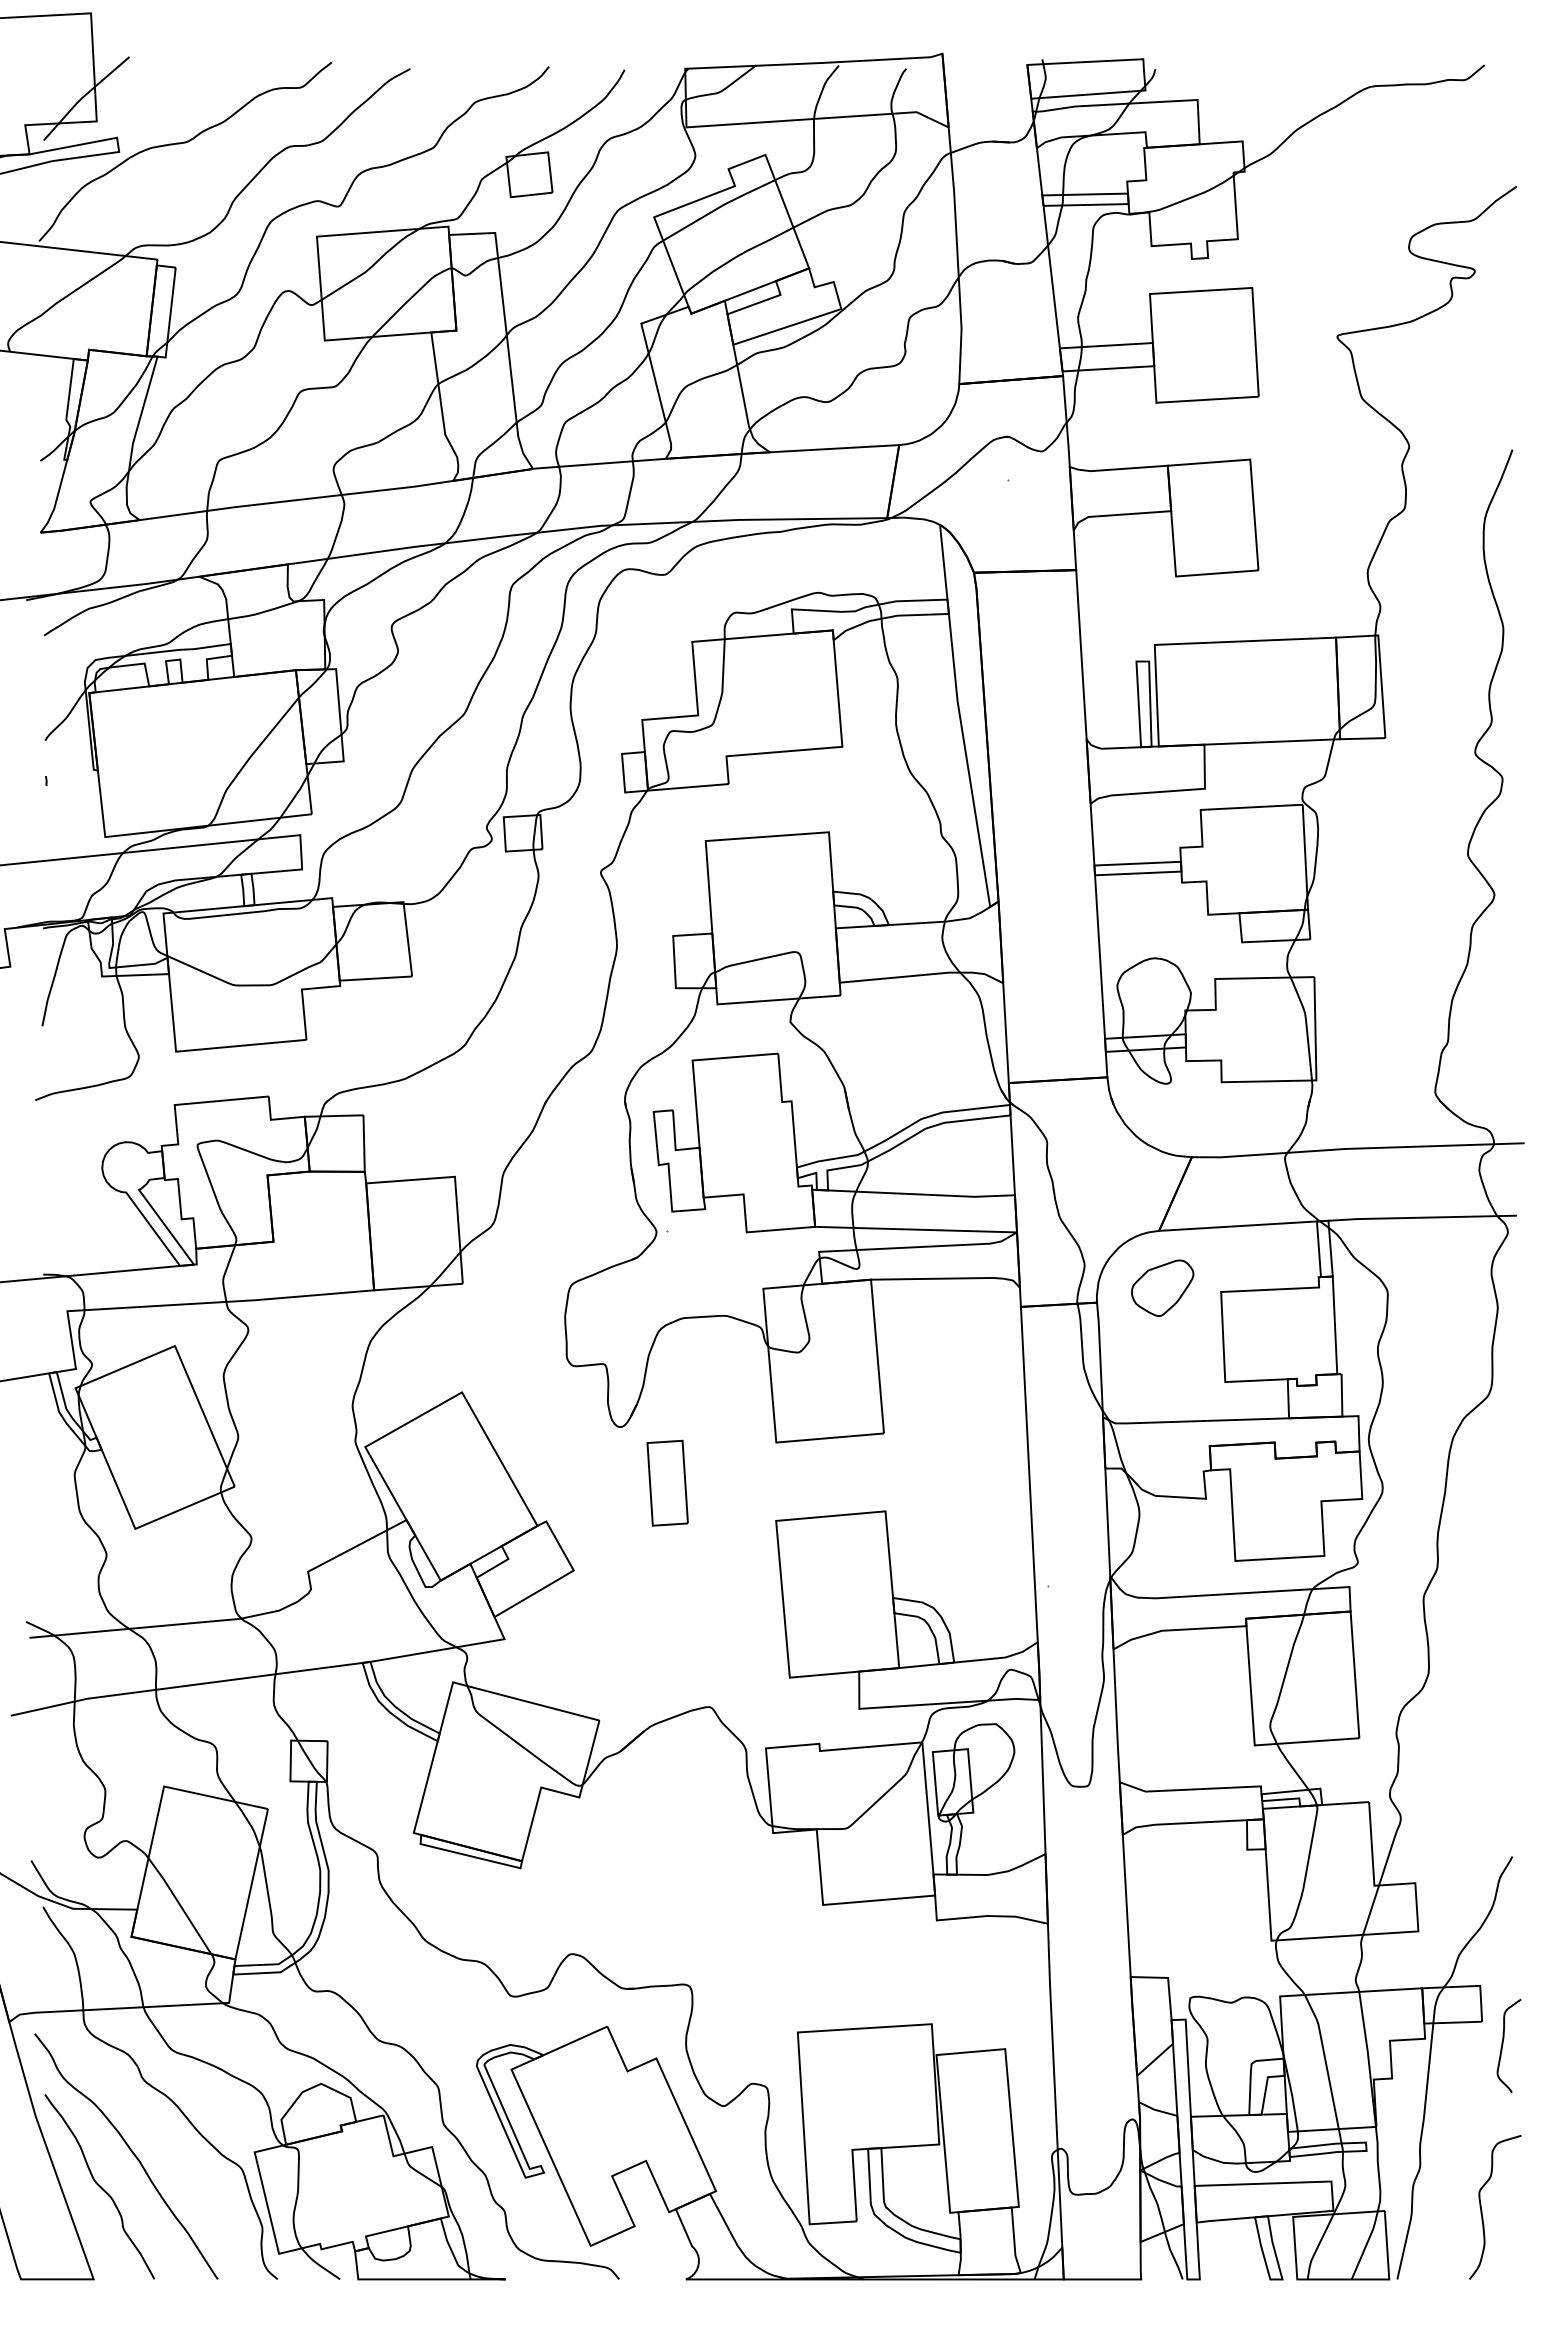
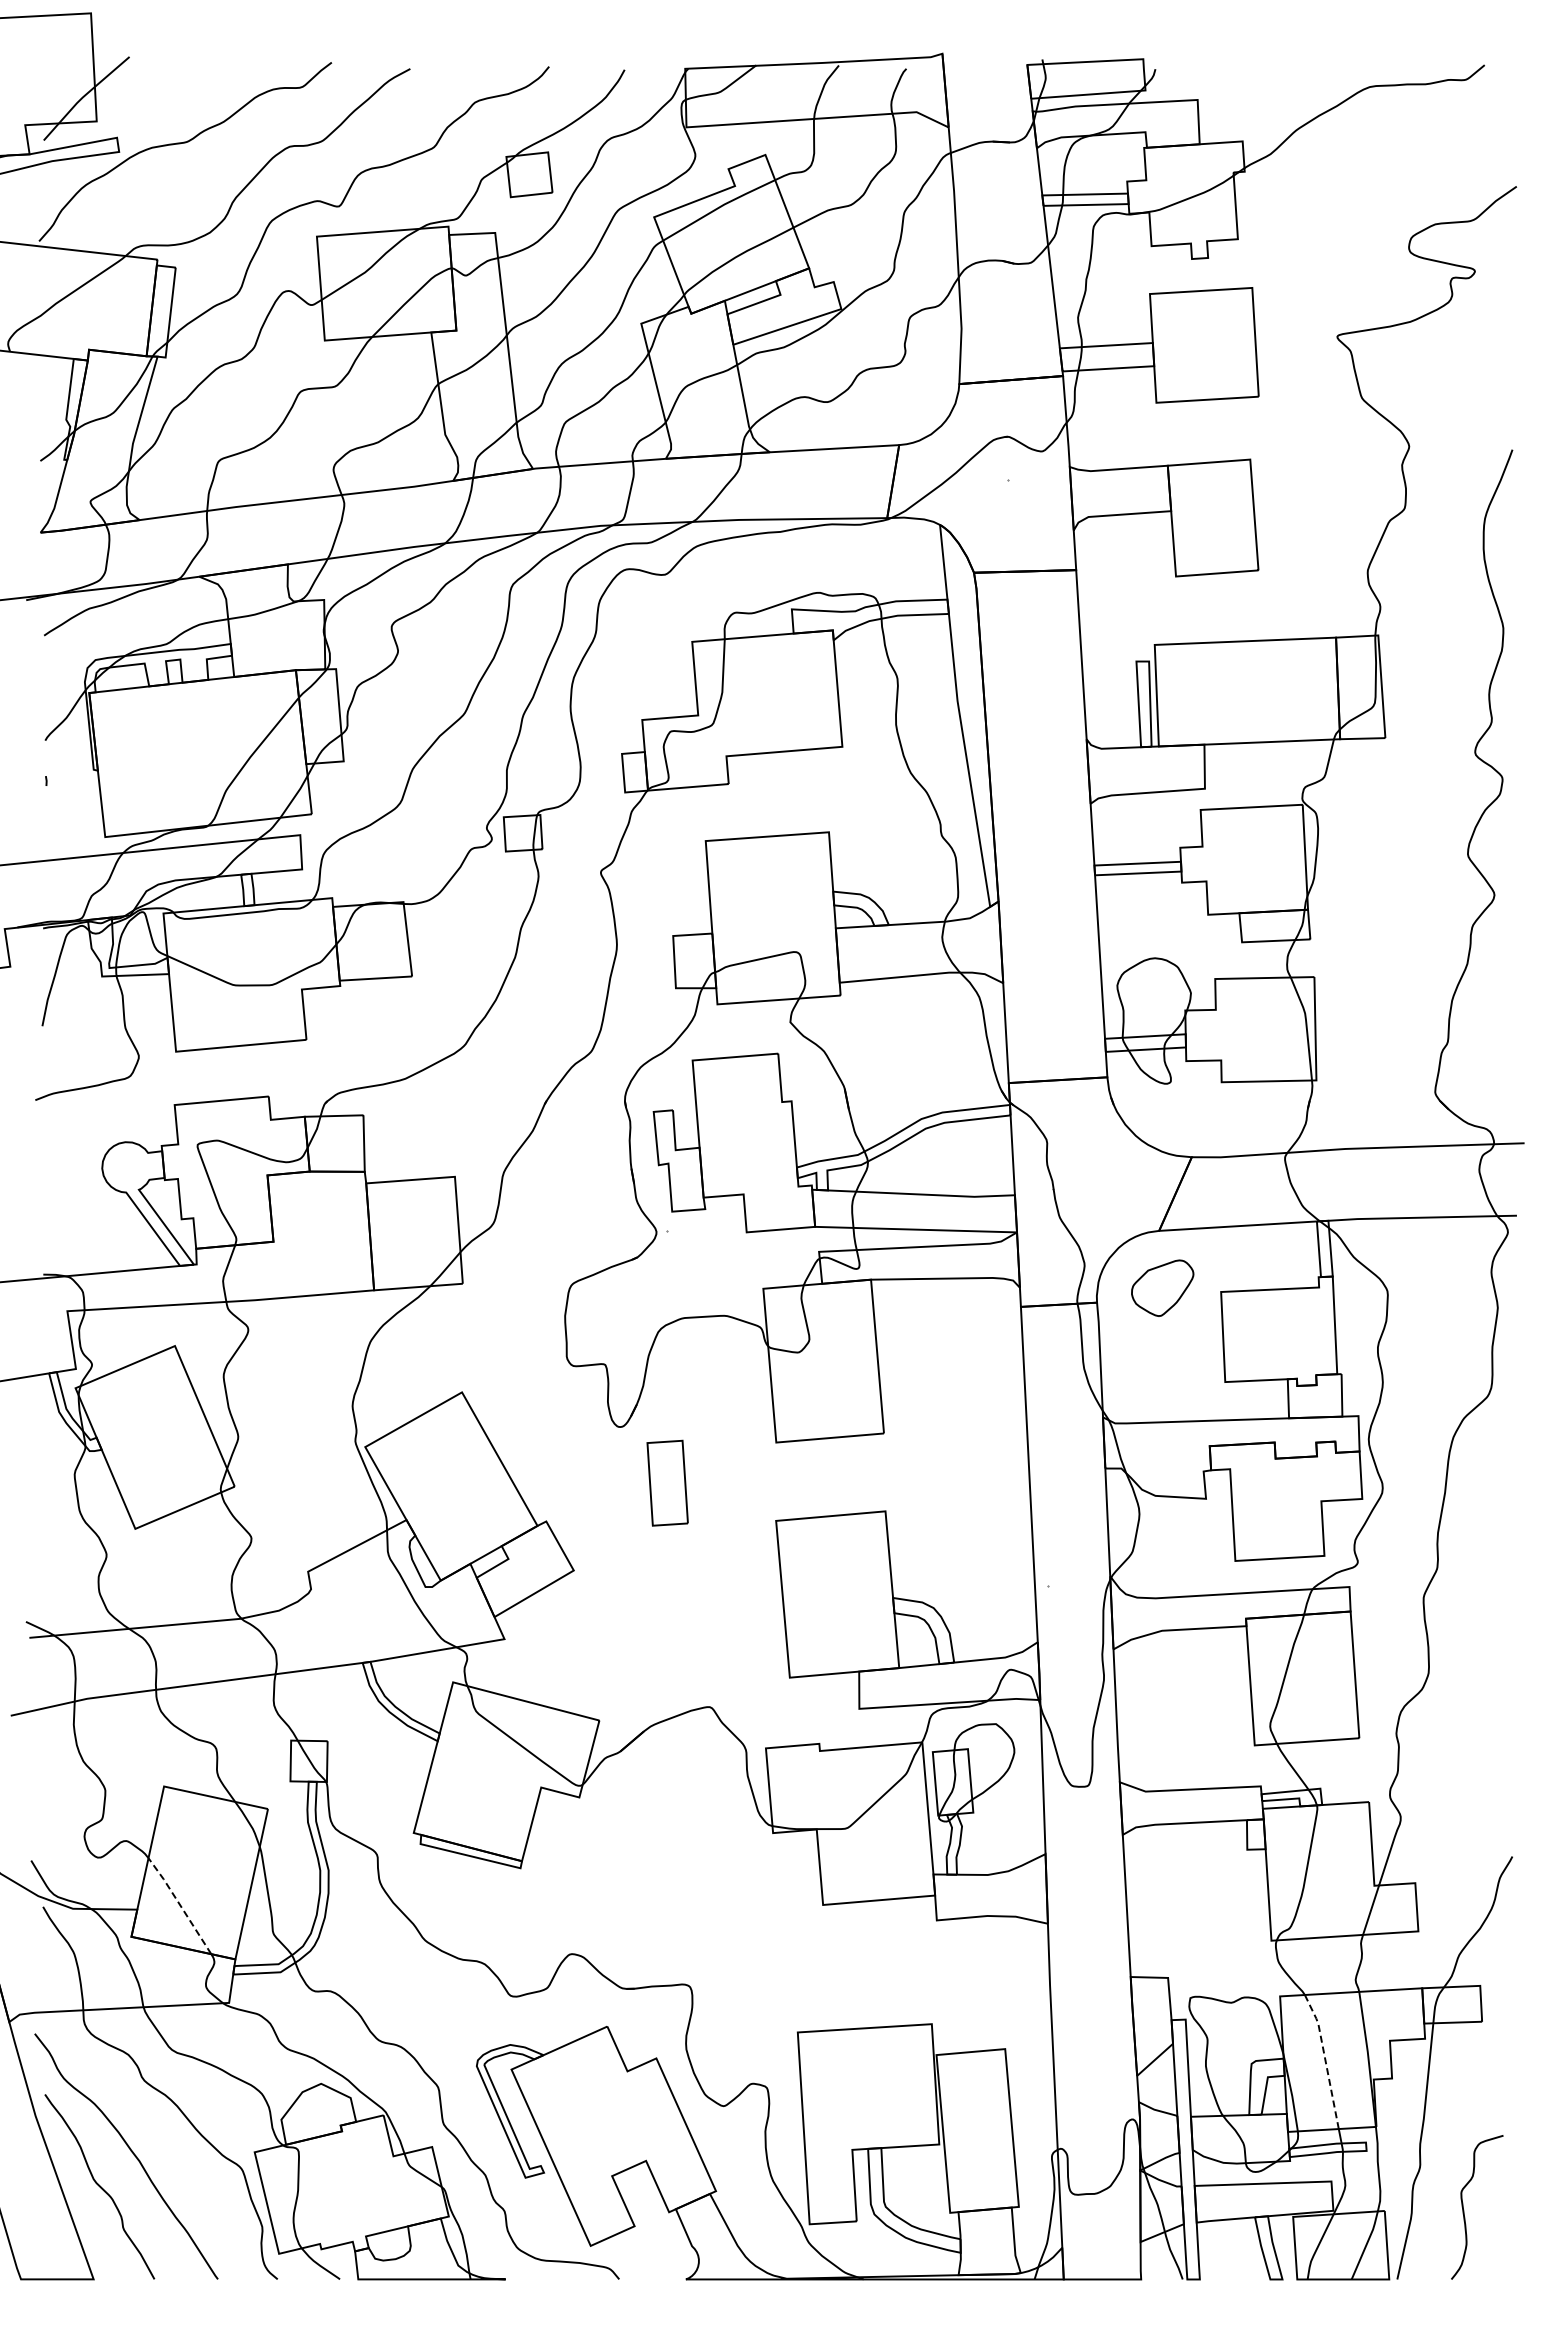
line at (180, 1905): solid -> dashed
curve at (1503, 2045): present -> none
line at (1325, 2059): solid -> dashed
curve at (1482, 2210) position: (1482, 2210) -> (1464, 2210)
